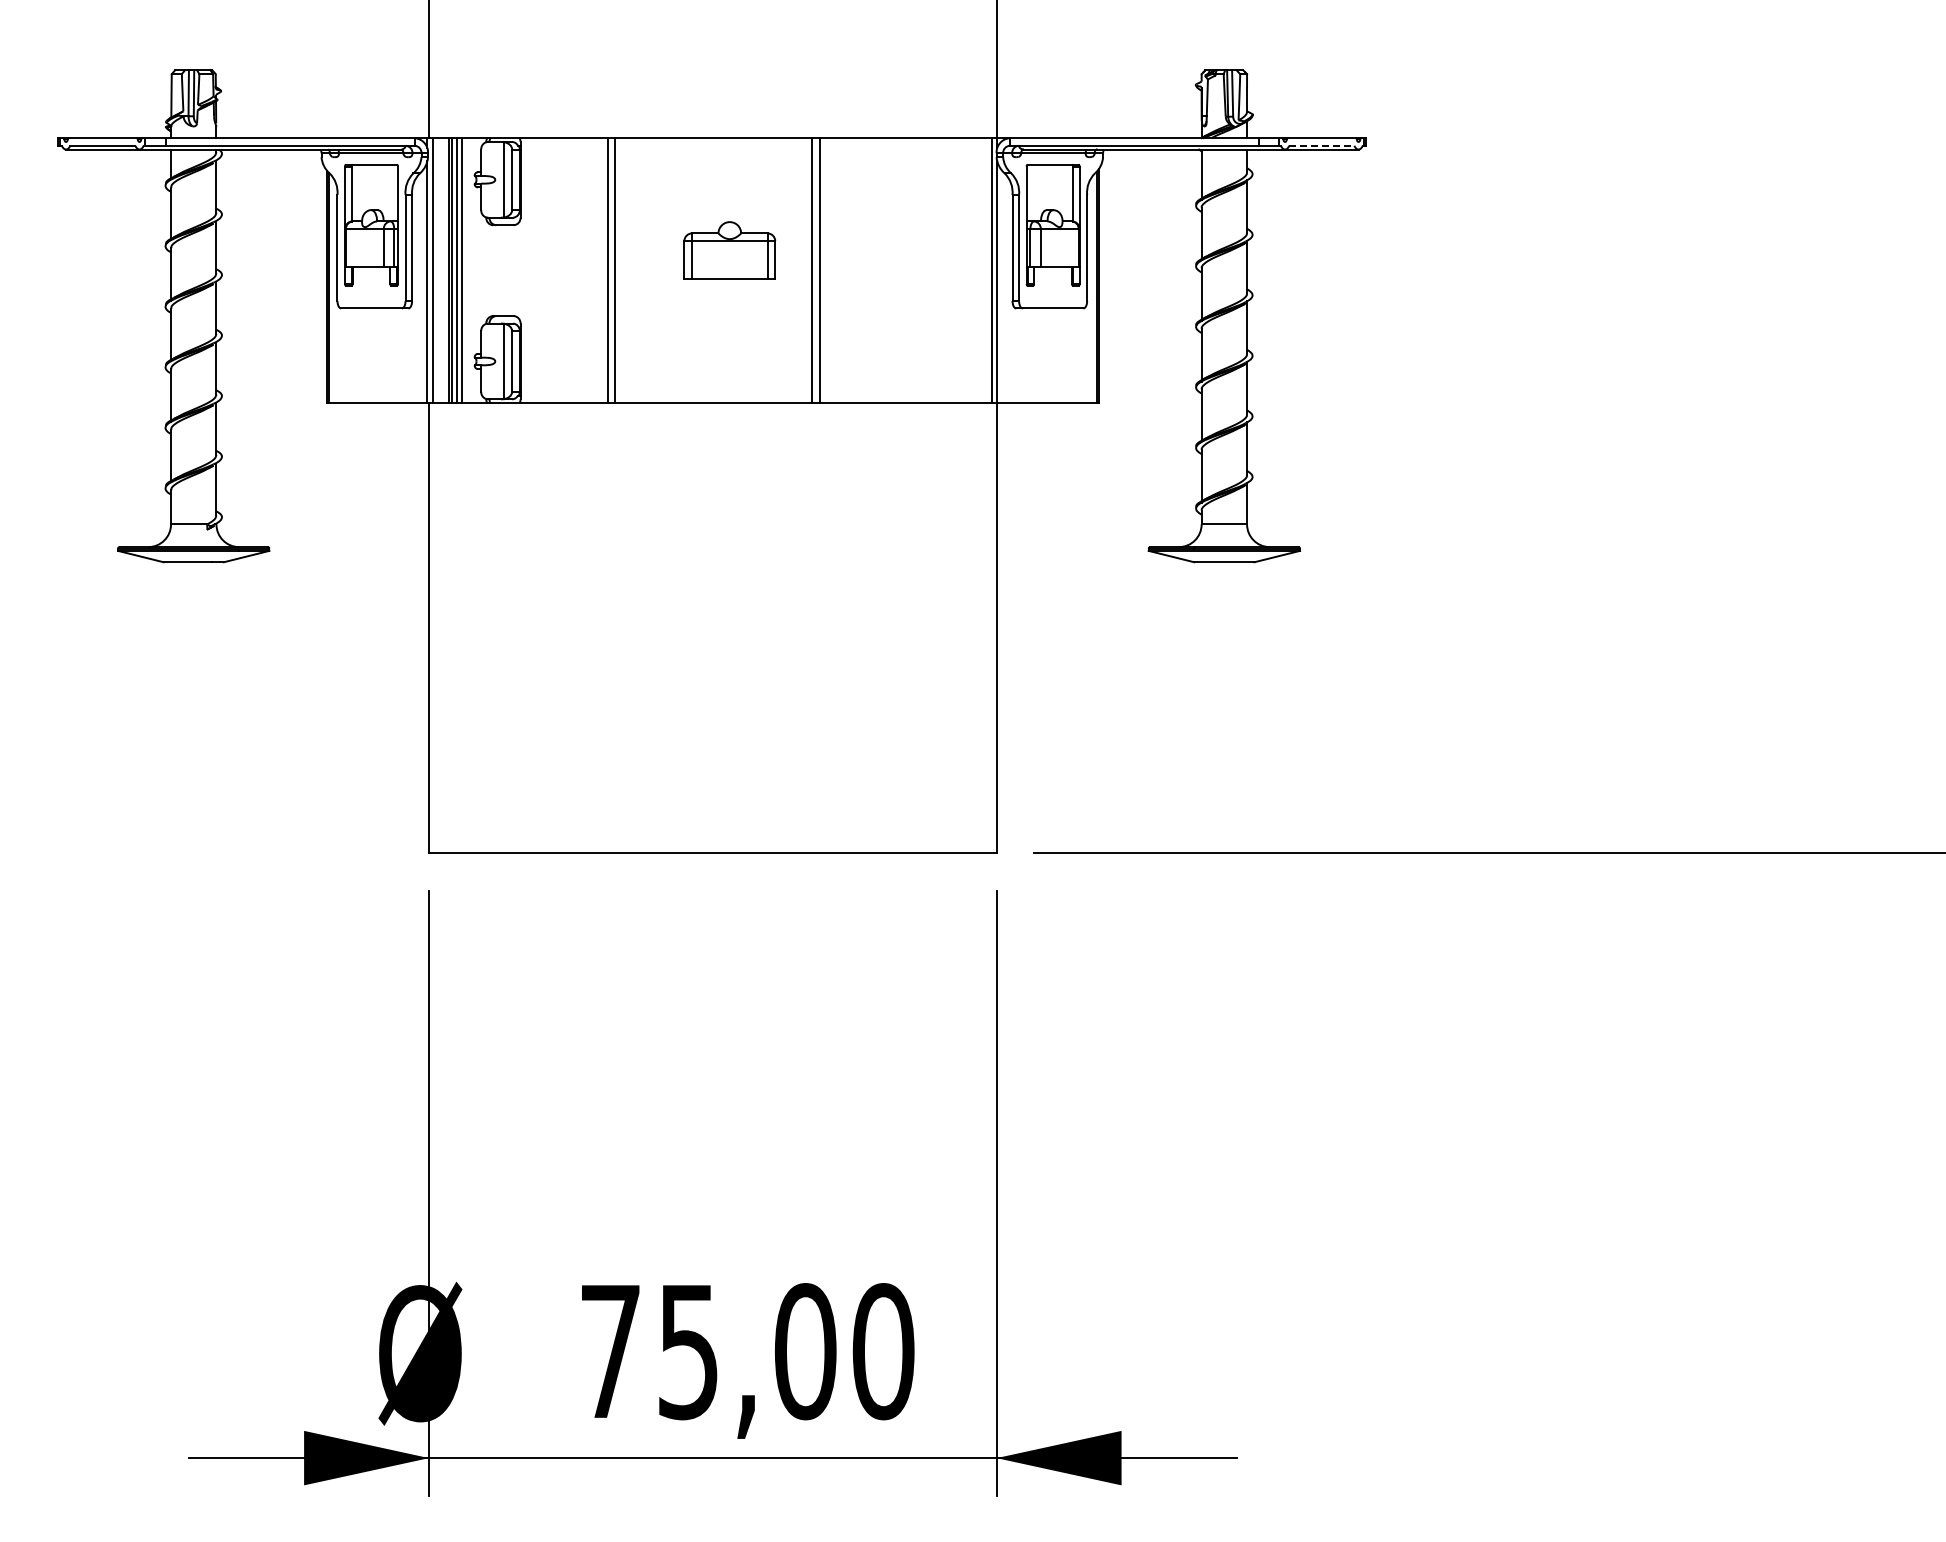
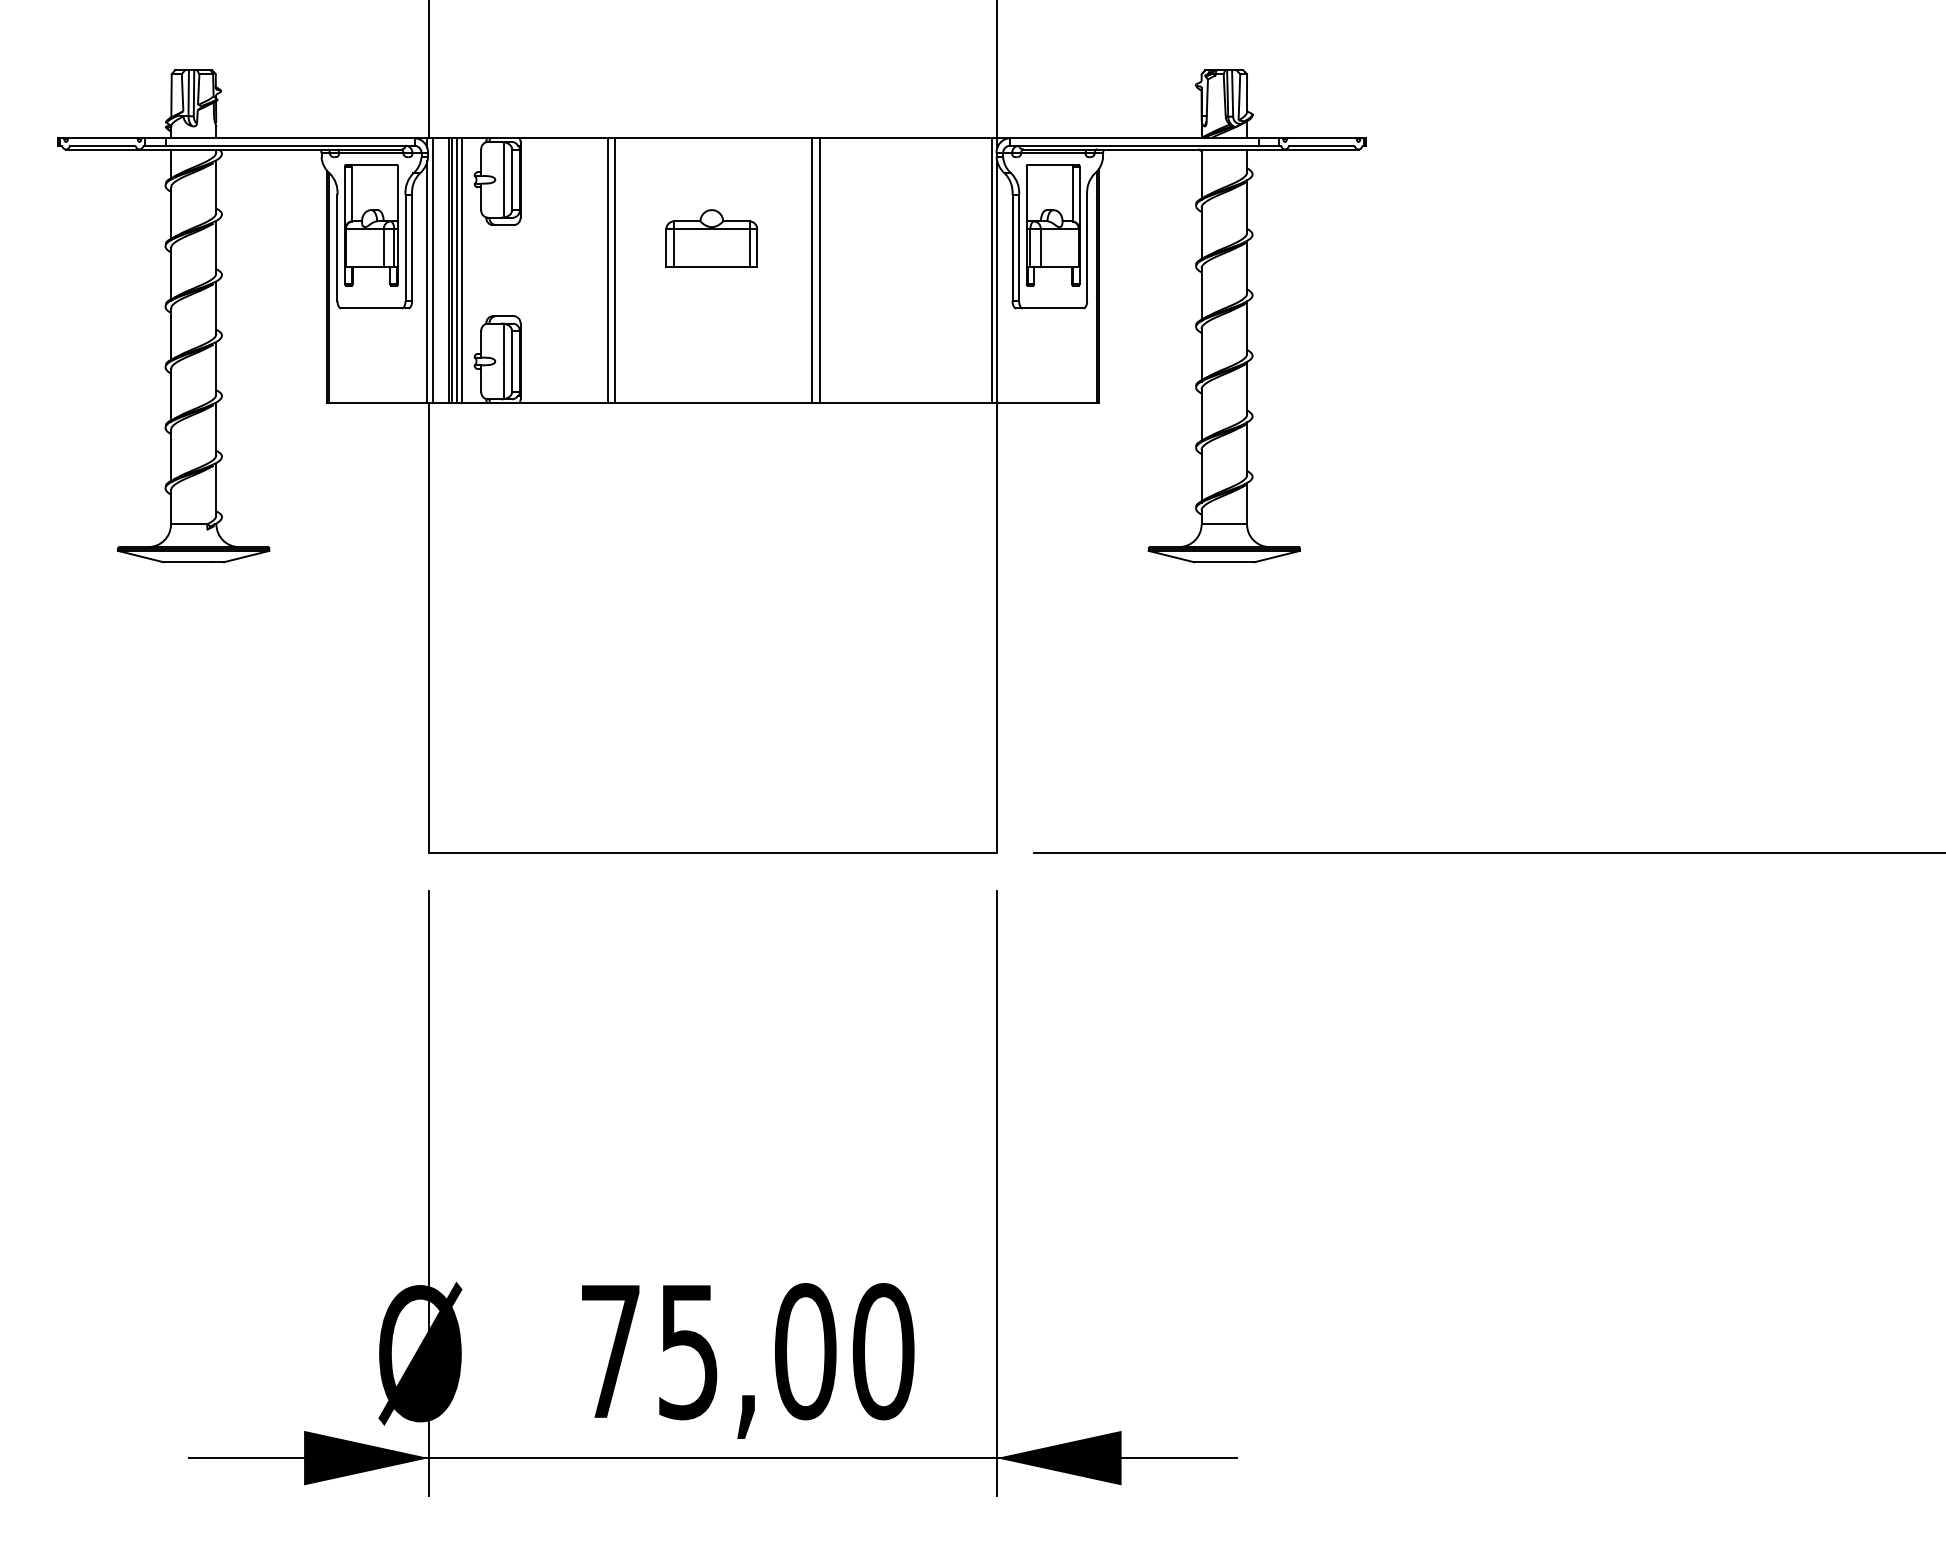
line at (1321, 145): dashed -> solid
part at (729, 250) position: (729, 250) -> (711, 238)
